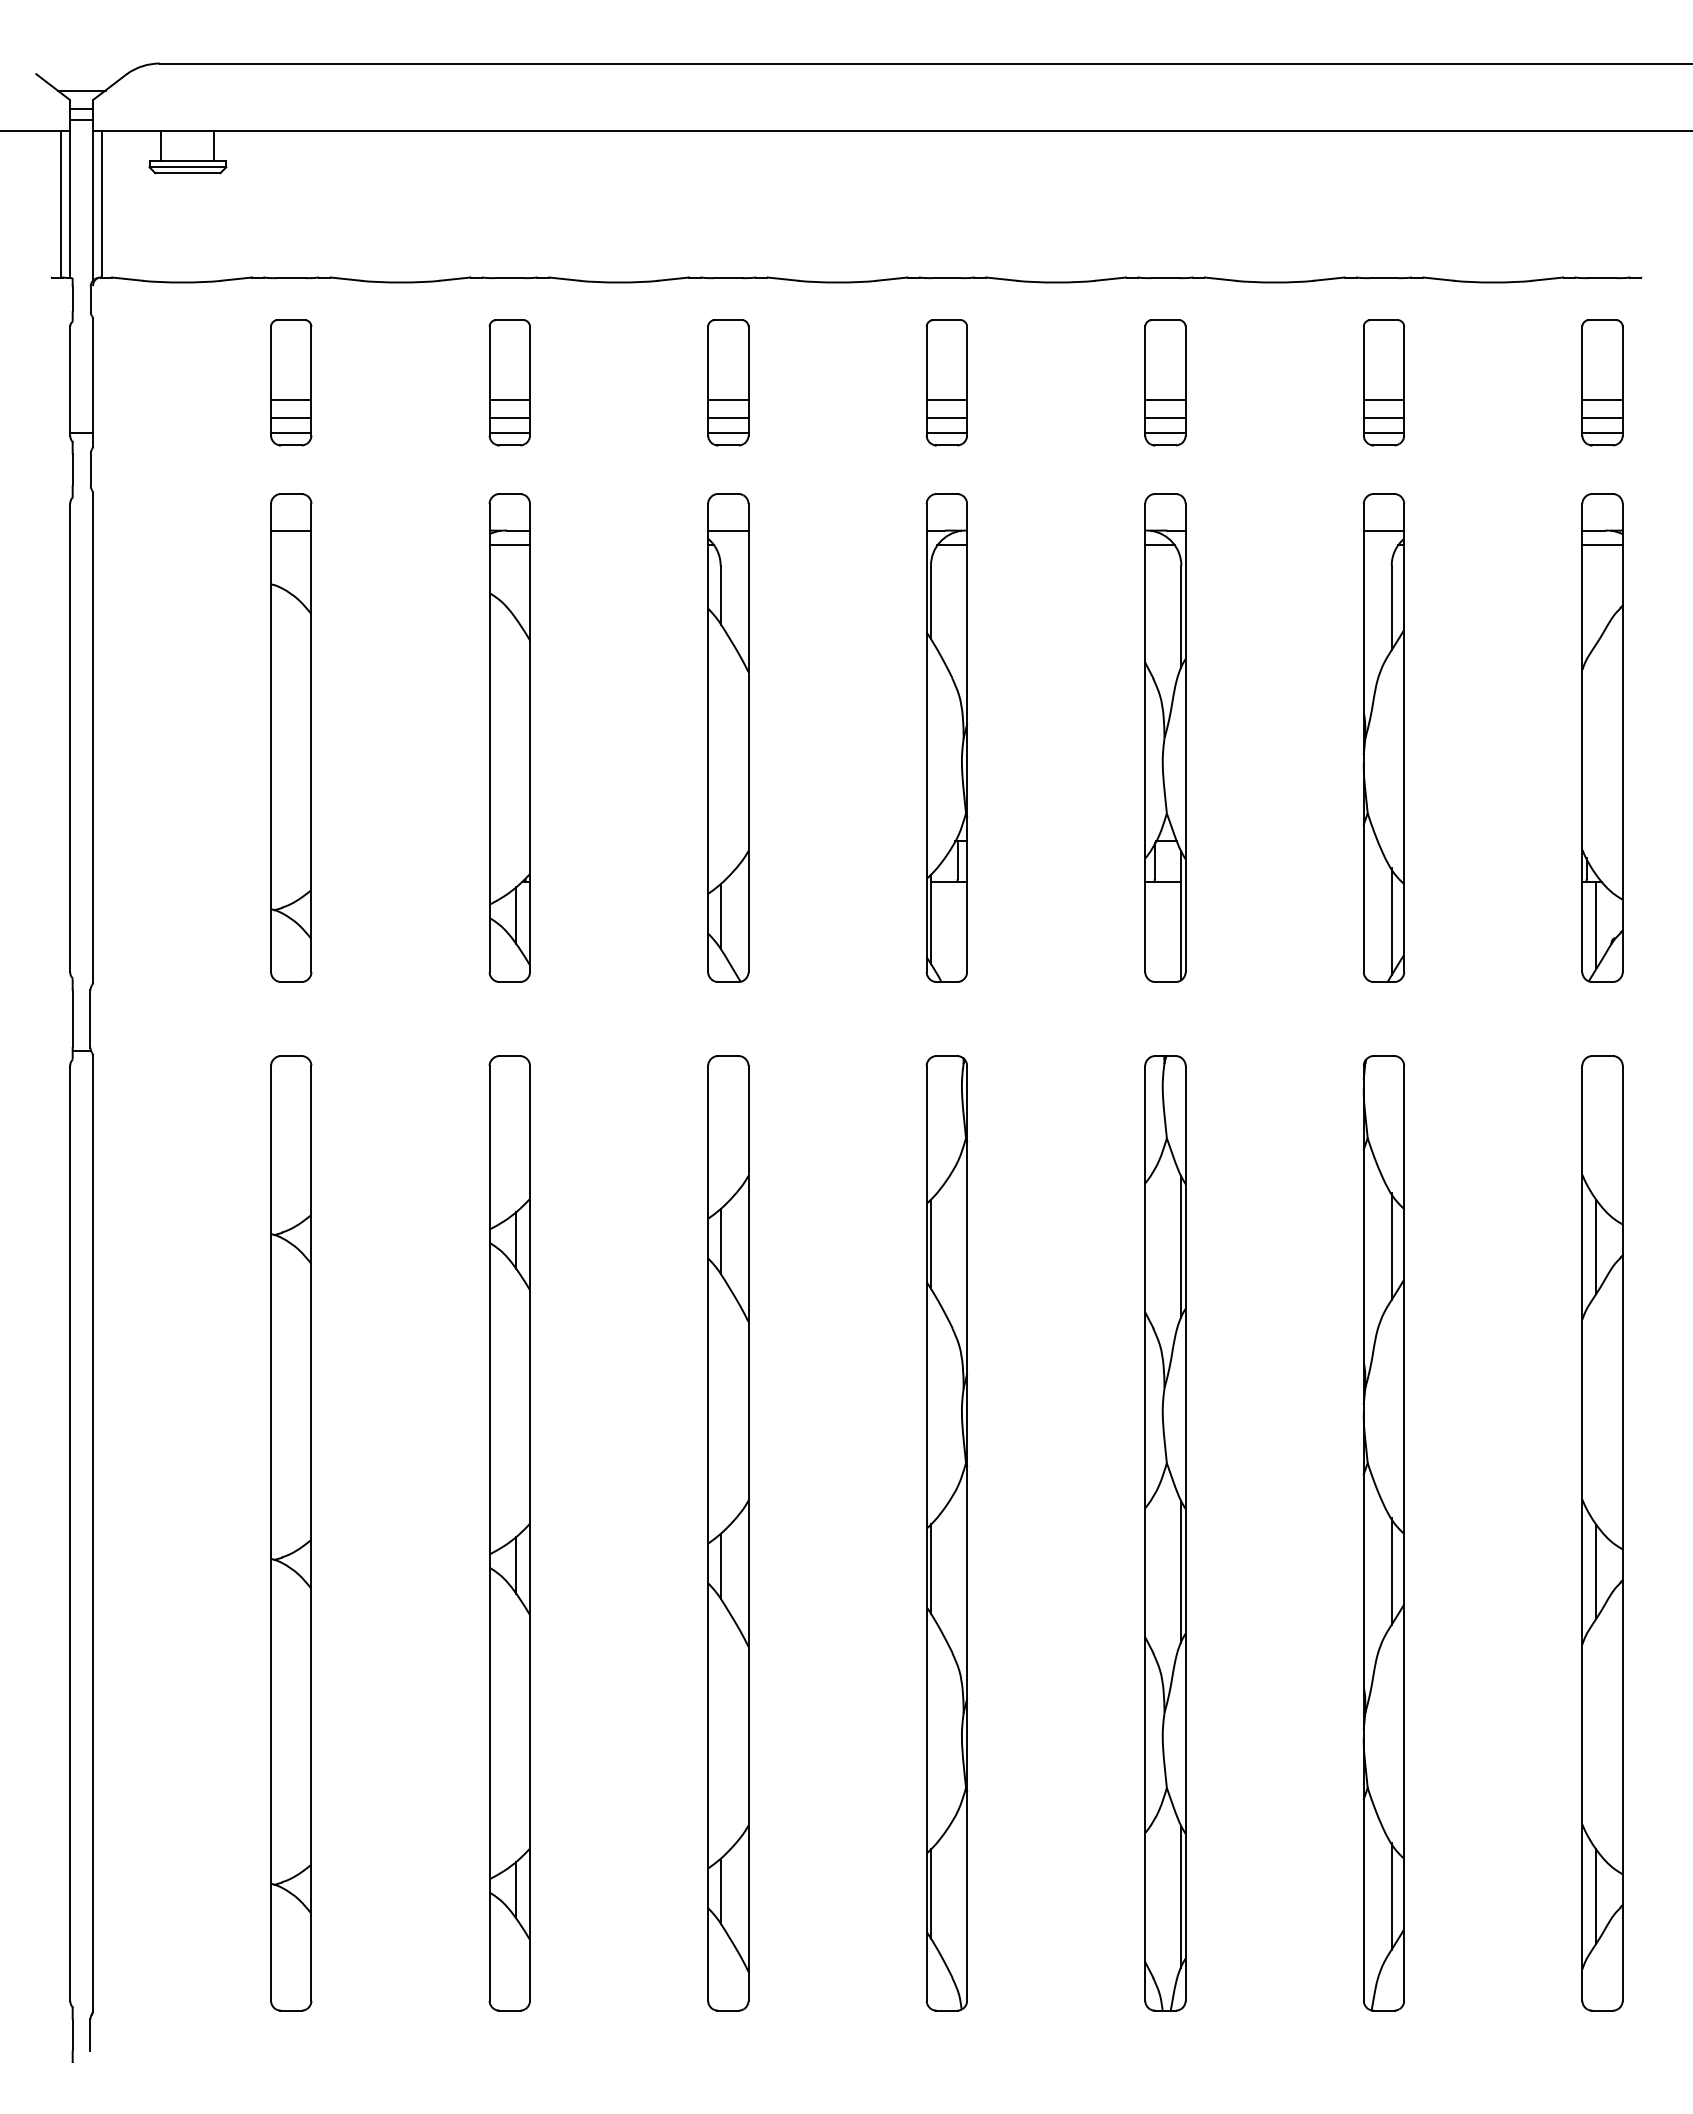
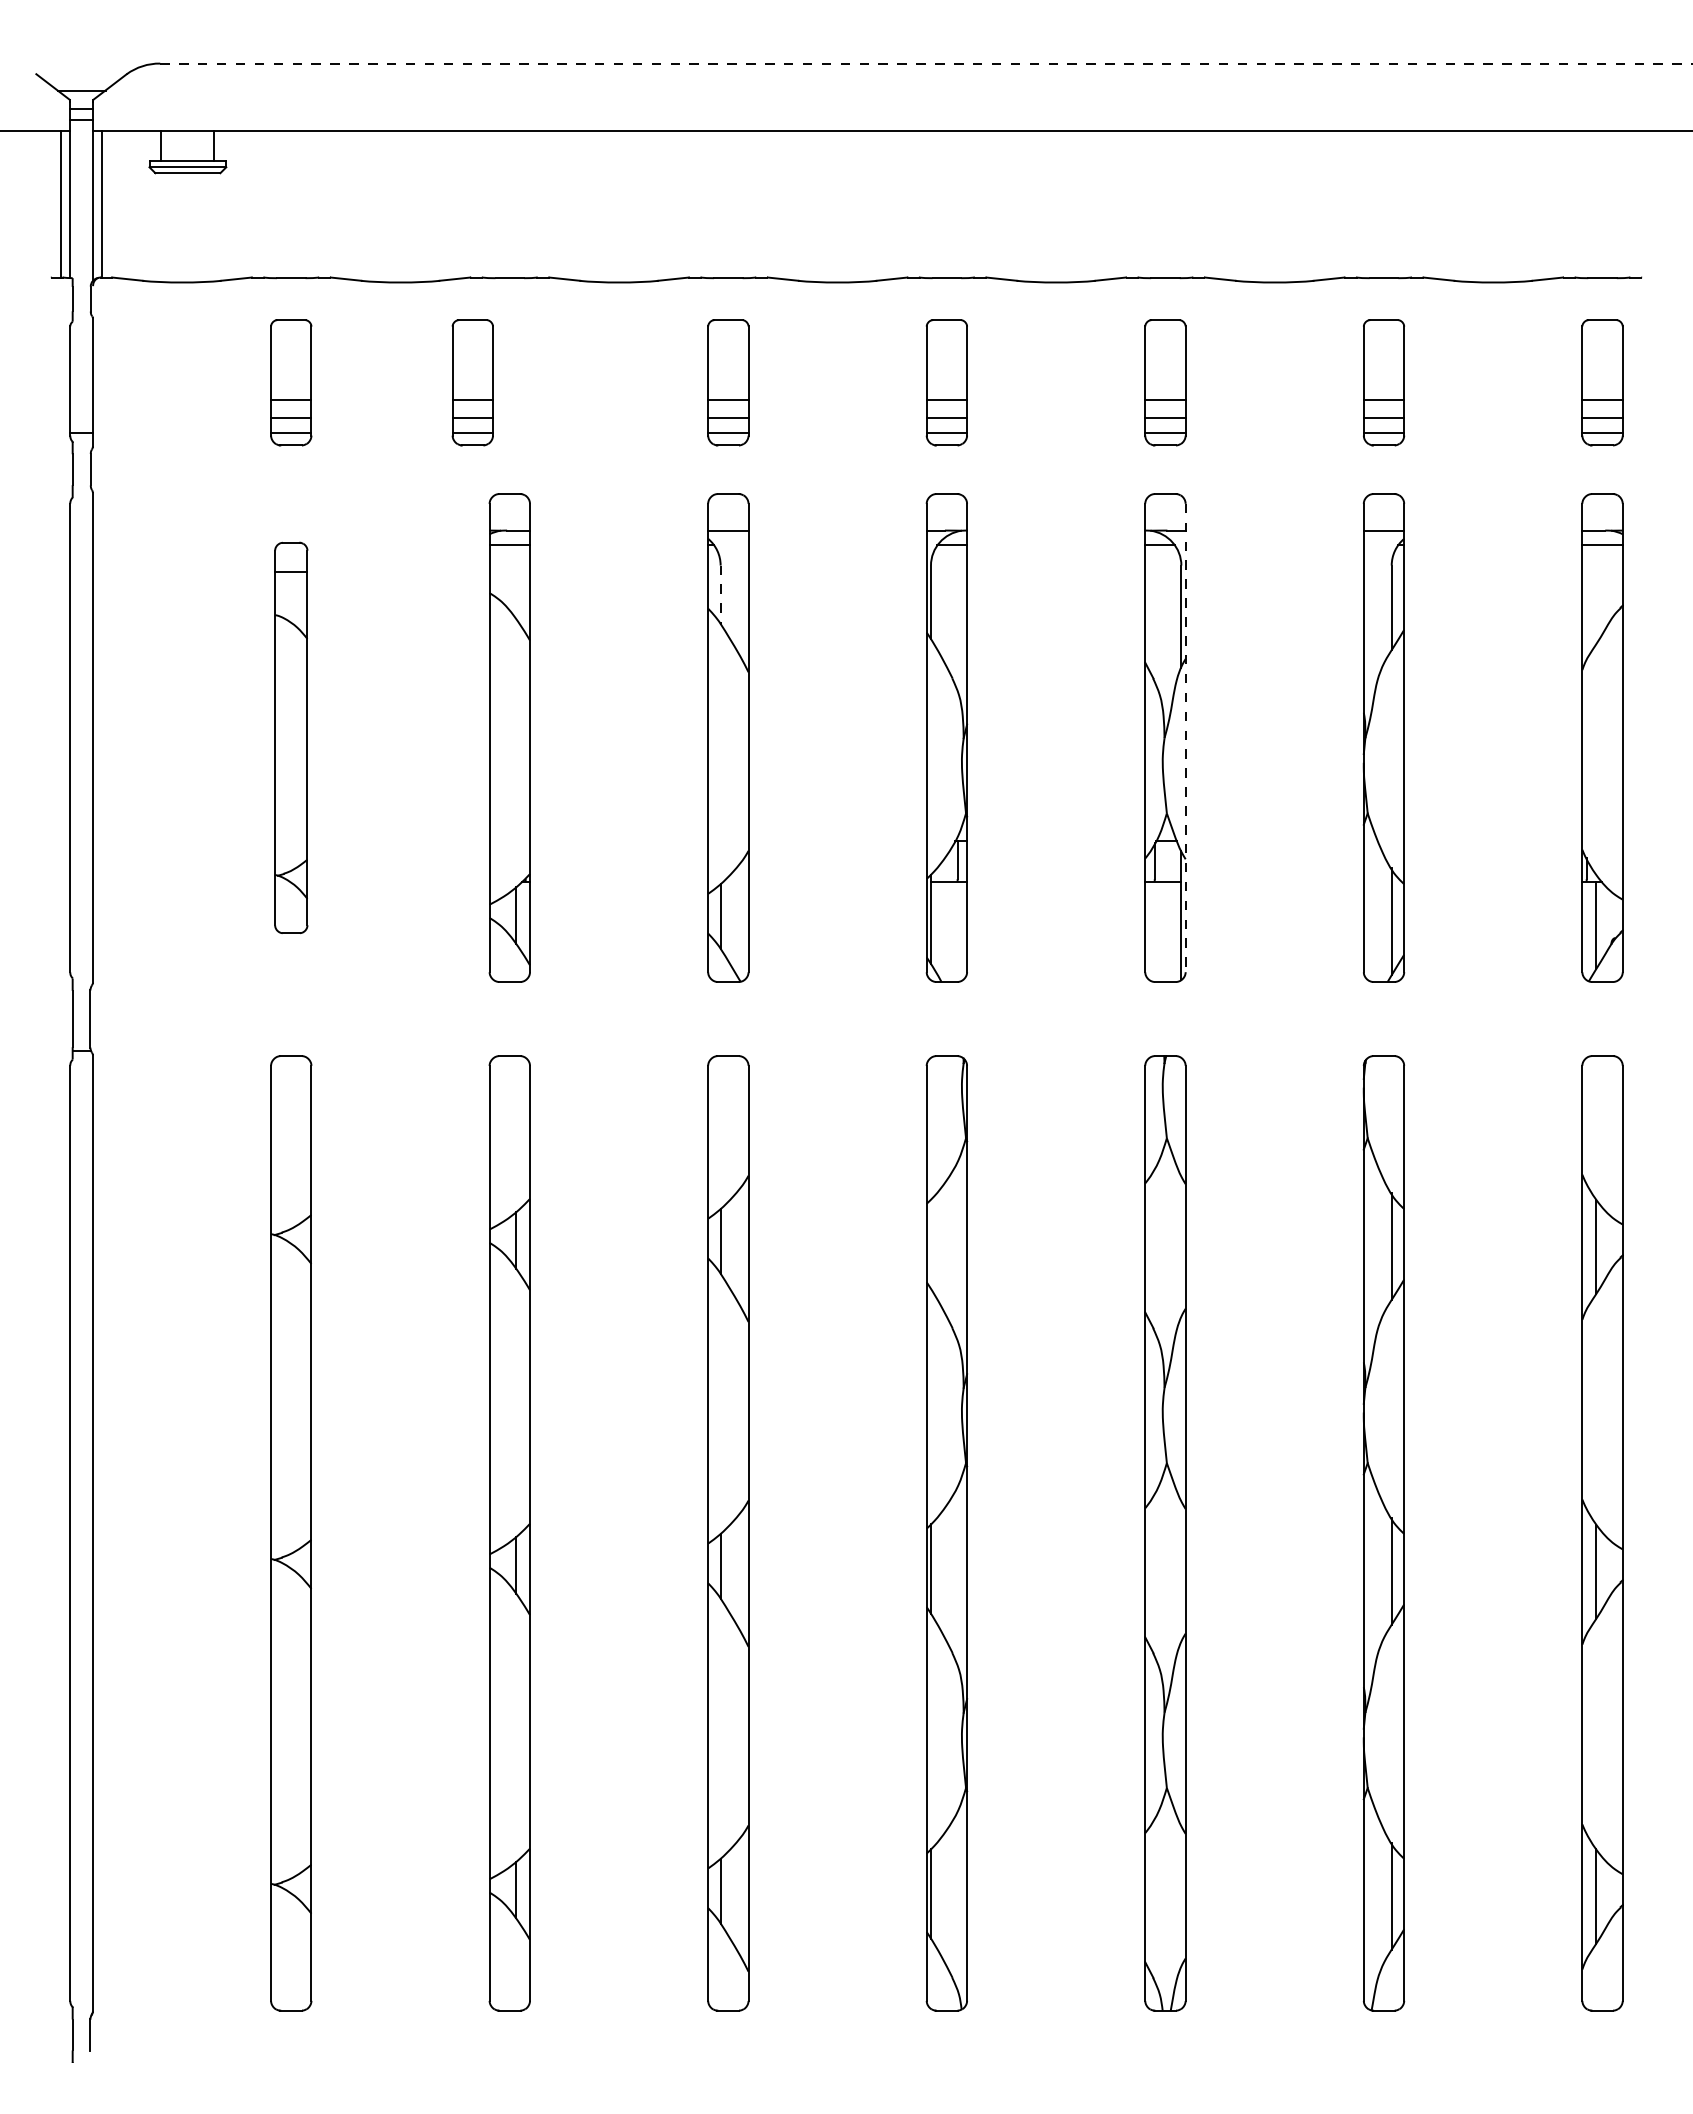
line at (926, 63): solid -> dashed
part at (509, 382) position: (509, 382) -> (472, 382)
line at (720, 595): solid -> dashed
part at (291, 737) size: 43x490 px -> 35x393 px
line at (1185, 738): solid -> dashed
line at (931, 1244): present -> none
line at (1181, 1247): present -> none
line at (1181, 1572): present -> none
line at (1181, 1896): present -> none
